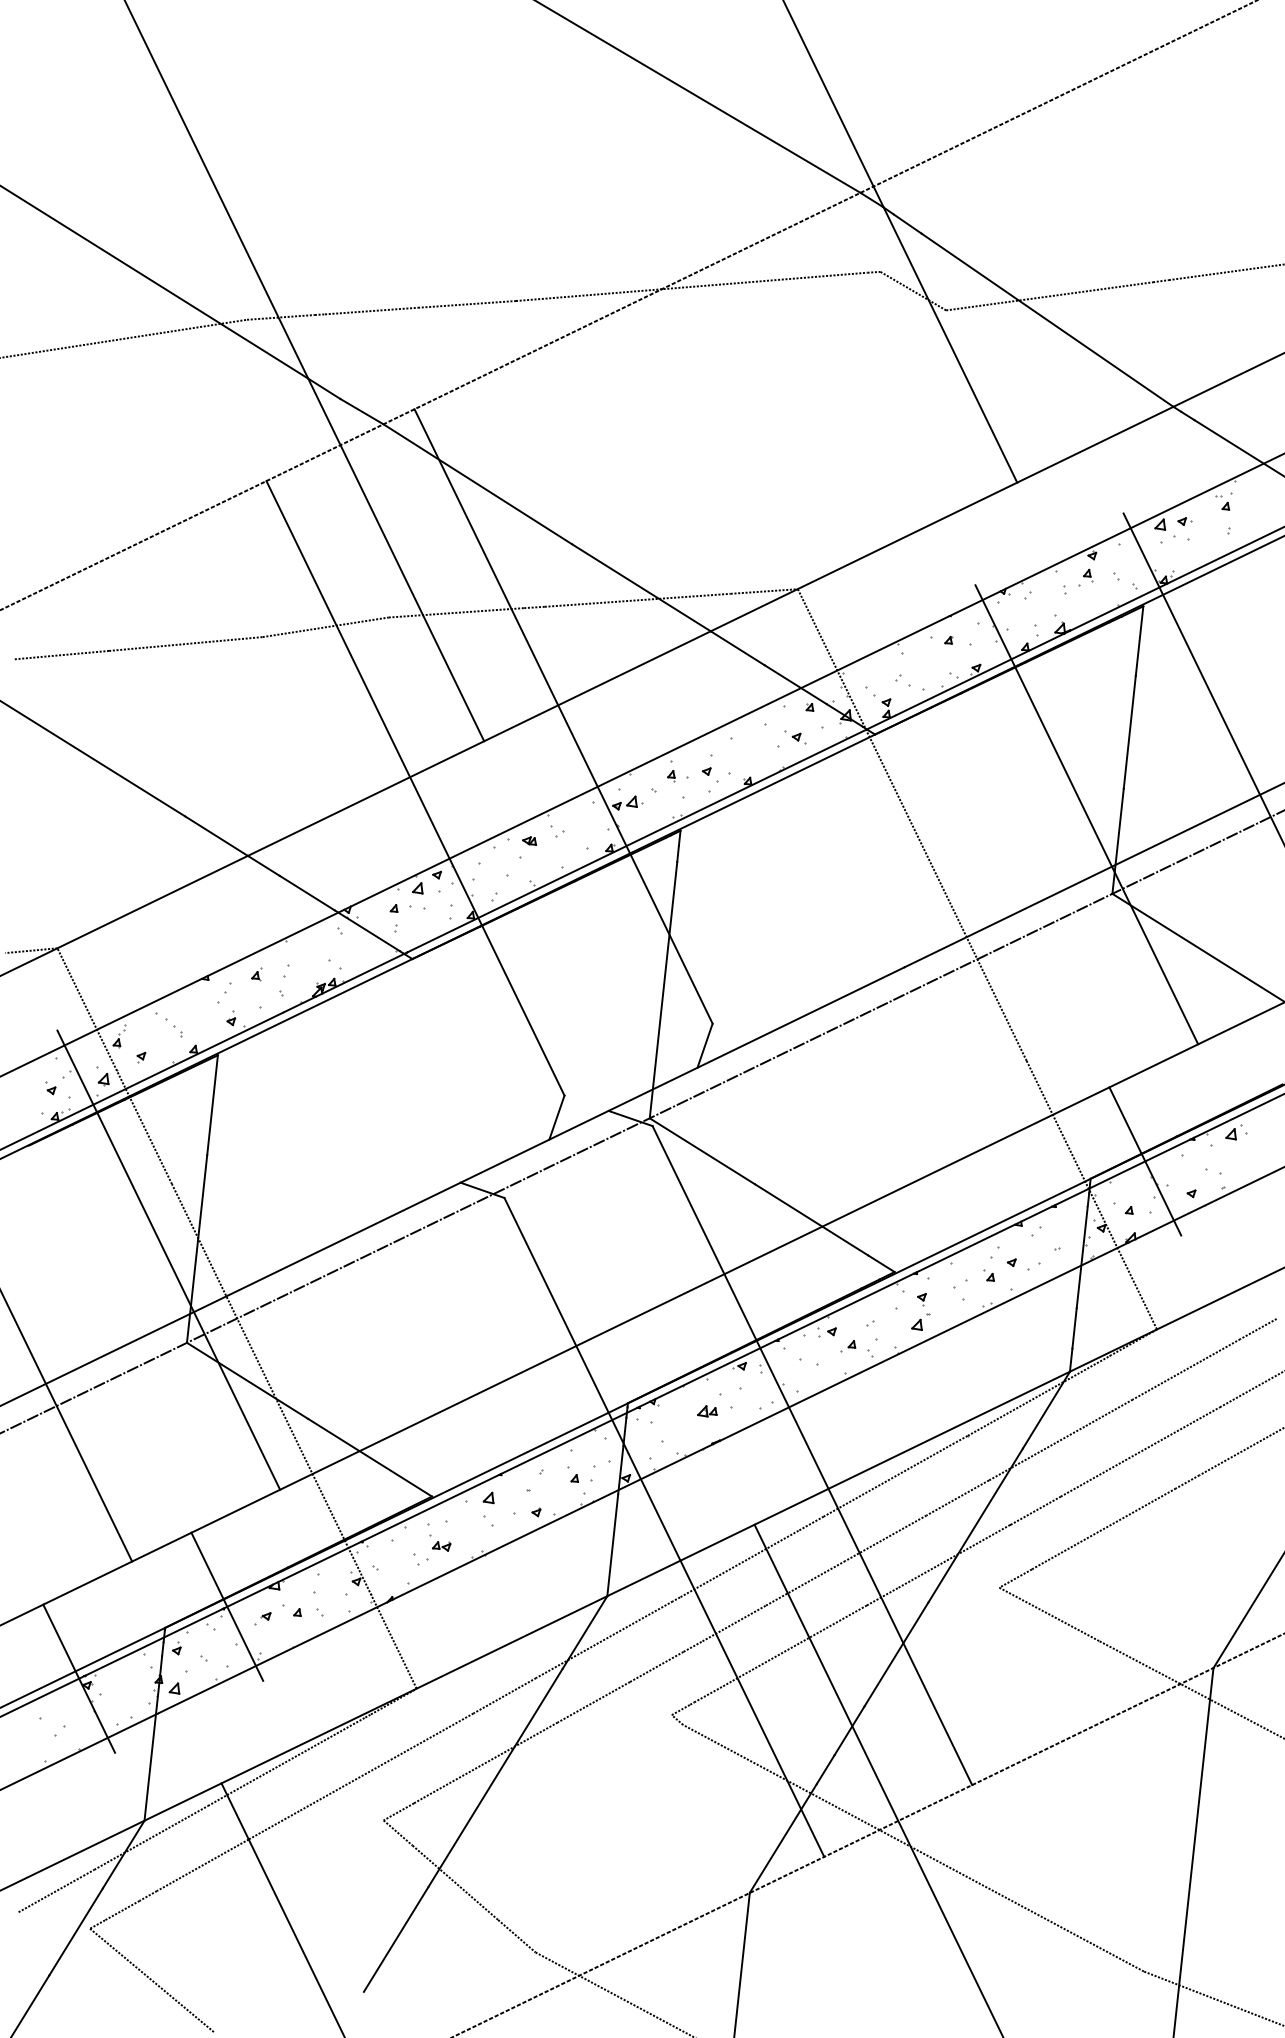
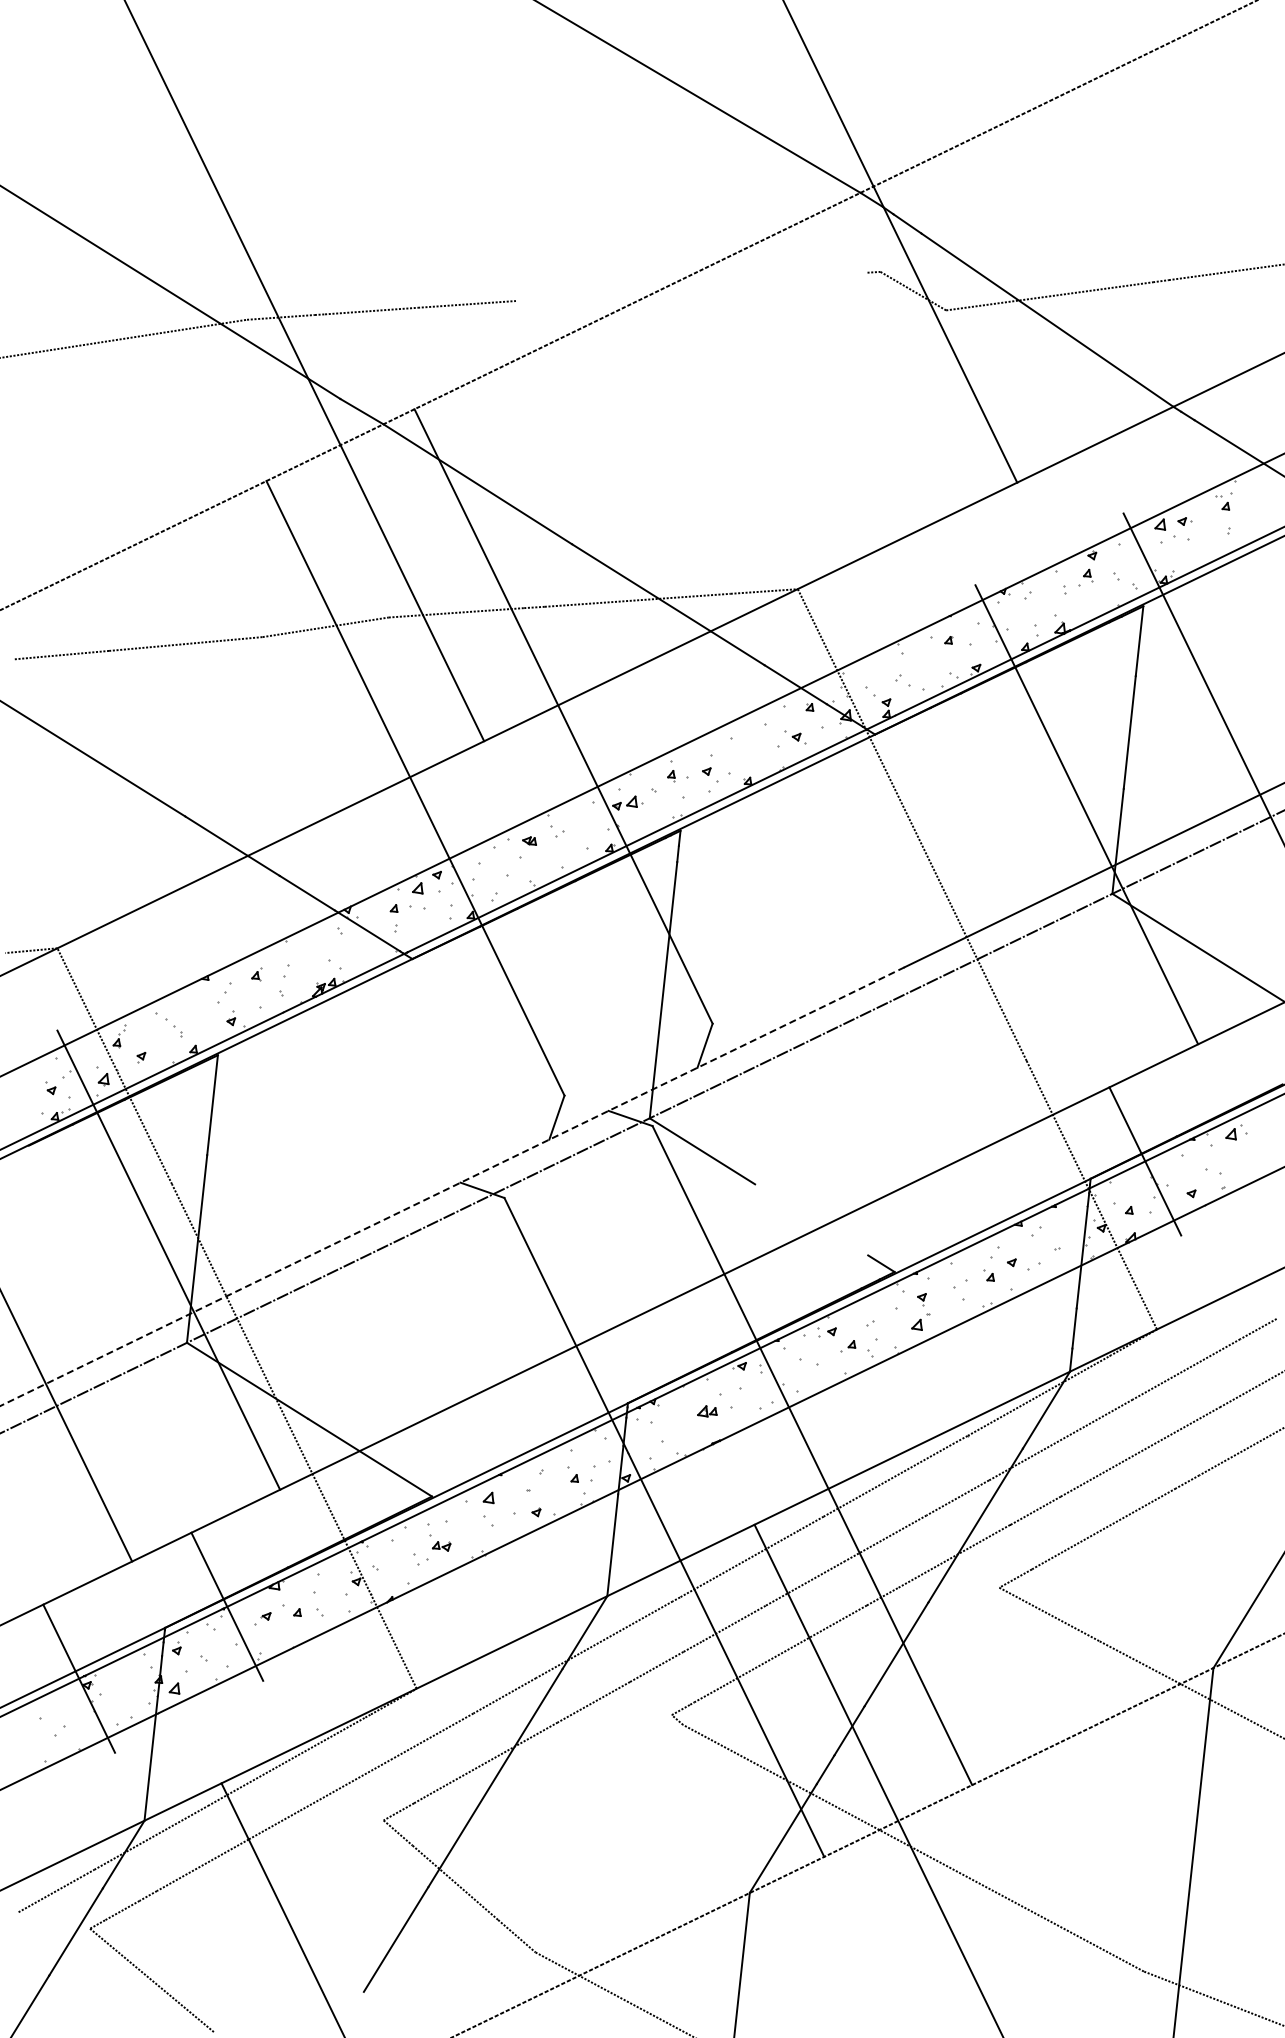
line at (691, 286): present -> none
line at (452, 1186): solid -> dashed
line at (811, 1219): present -> none
